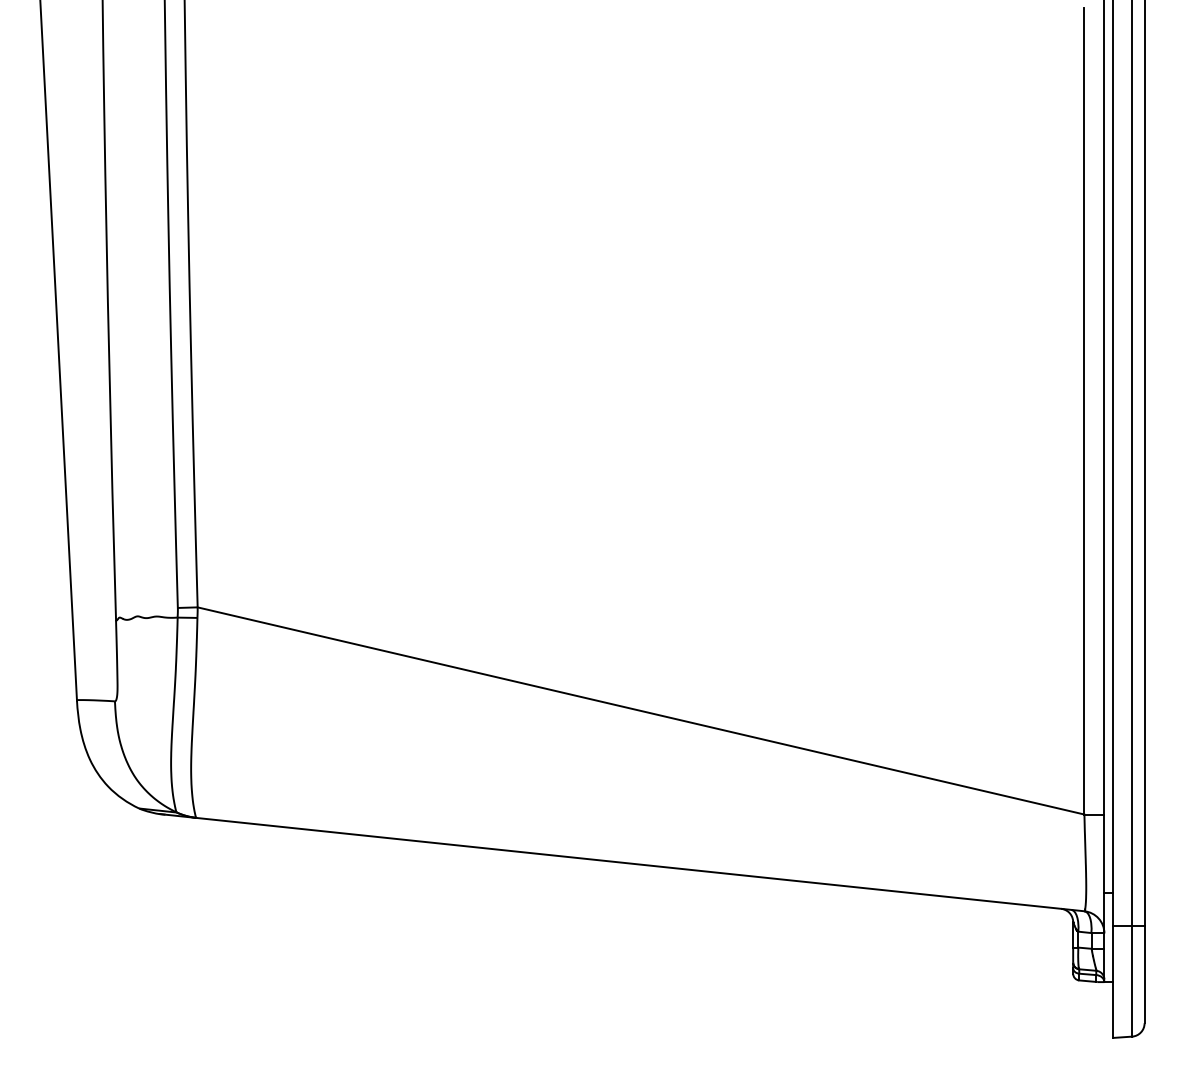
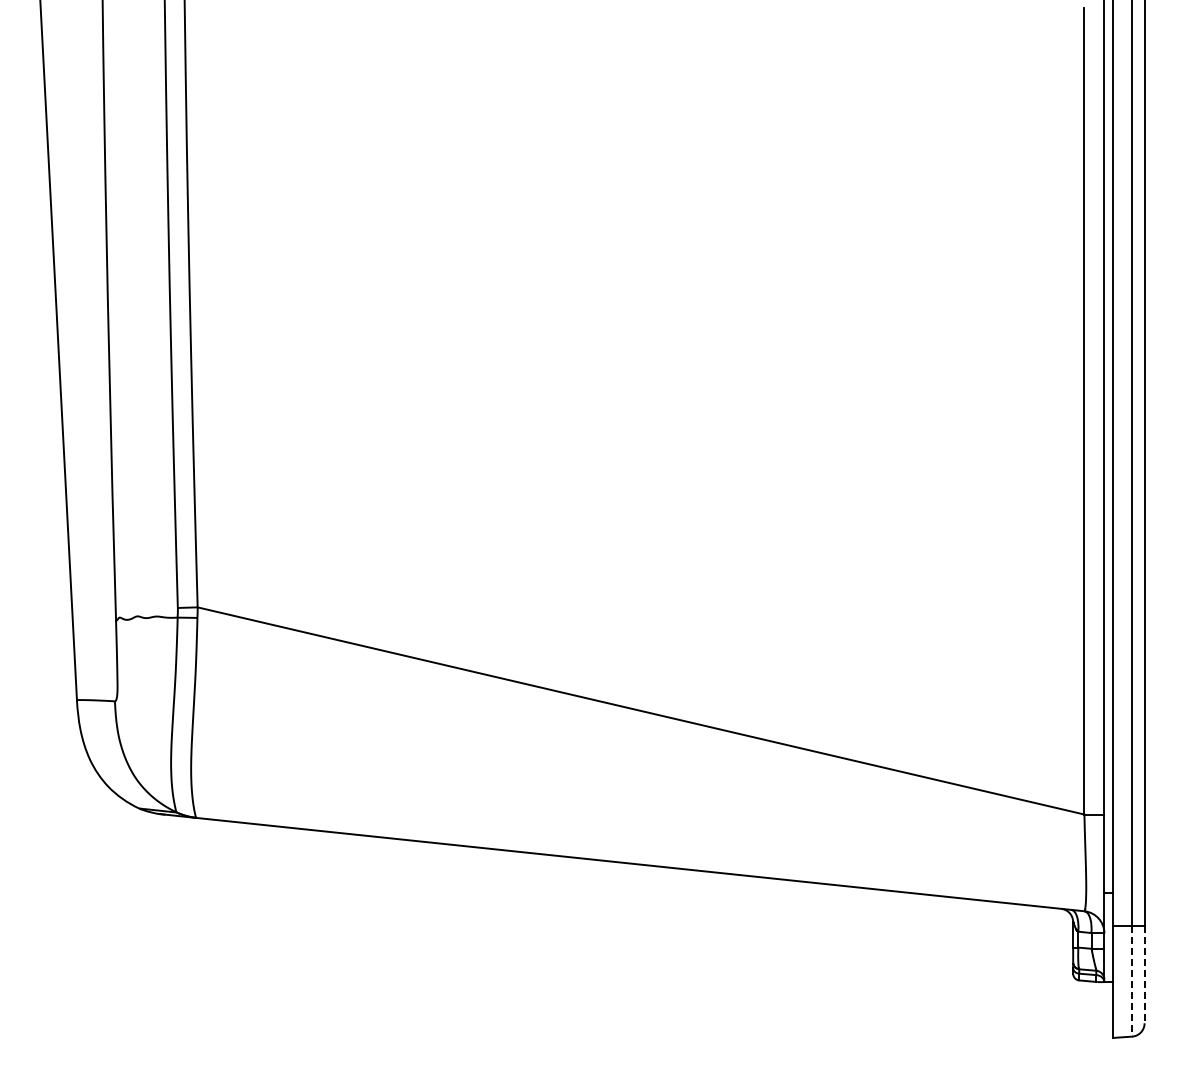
line at (1144, 975): solid -> dashed
line at (1132, 981): solid -> dashed
